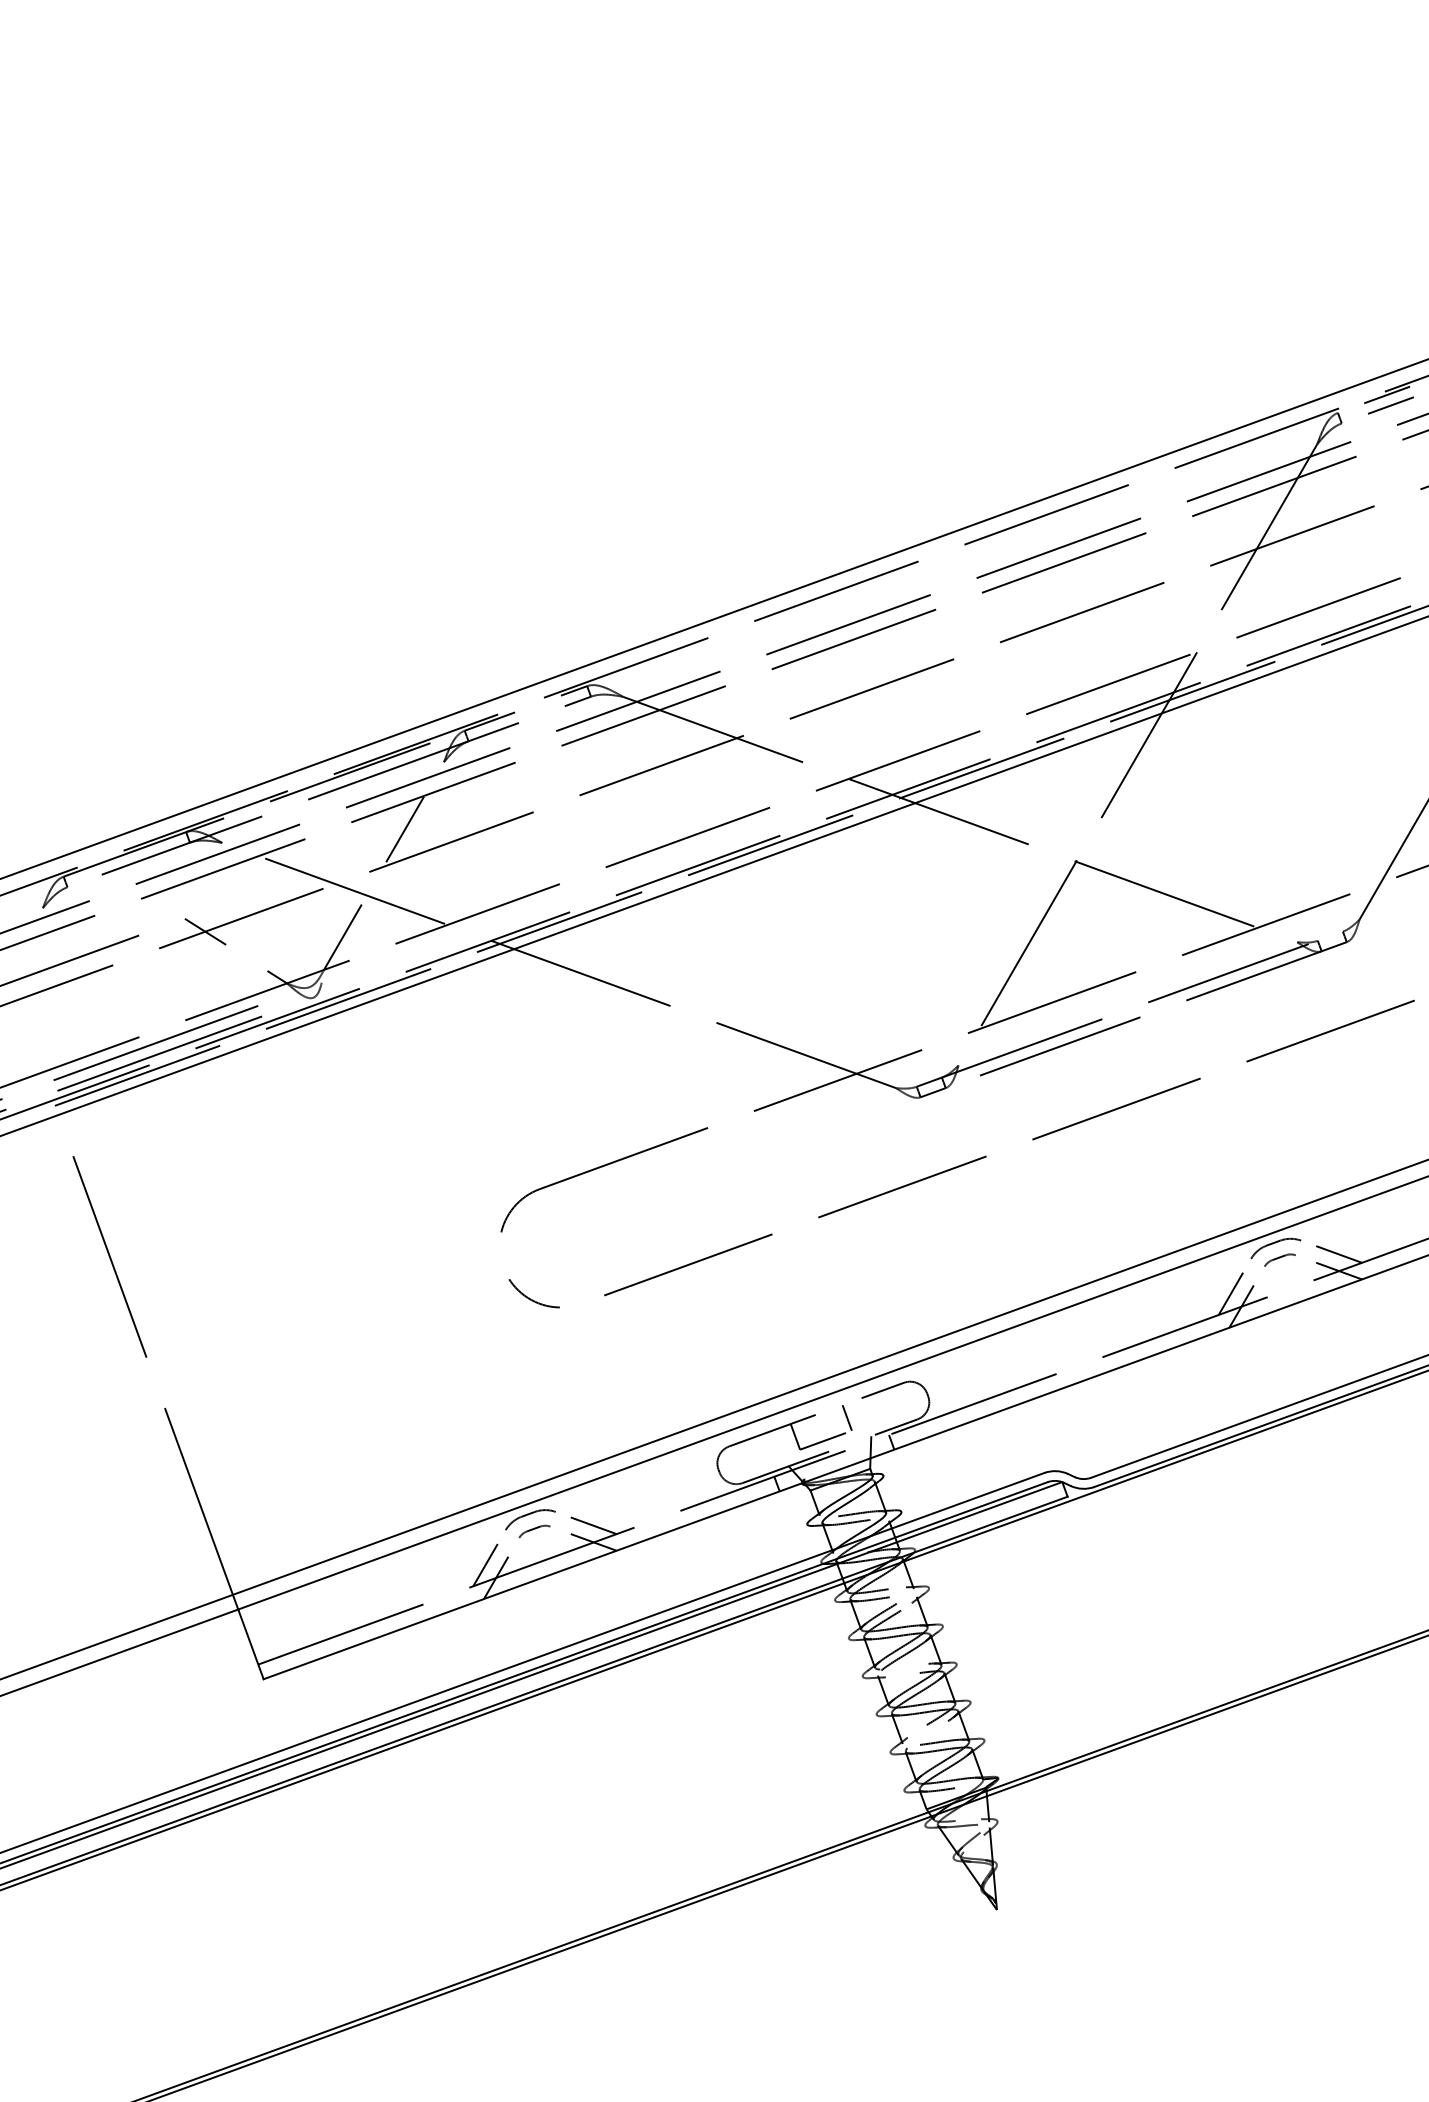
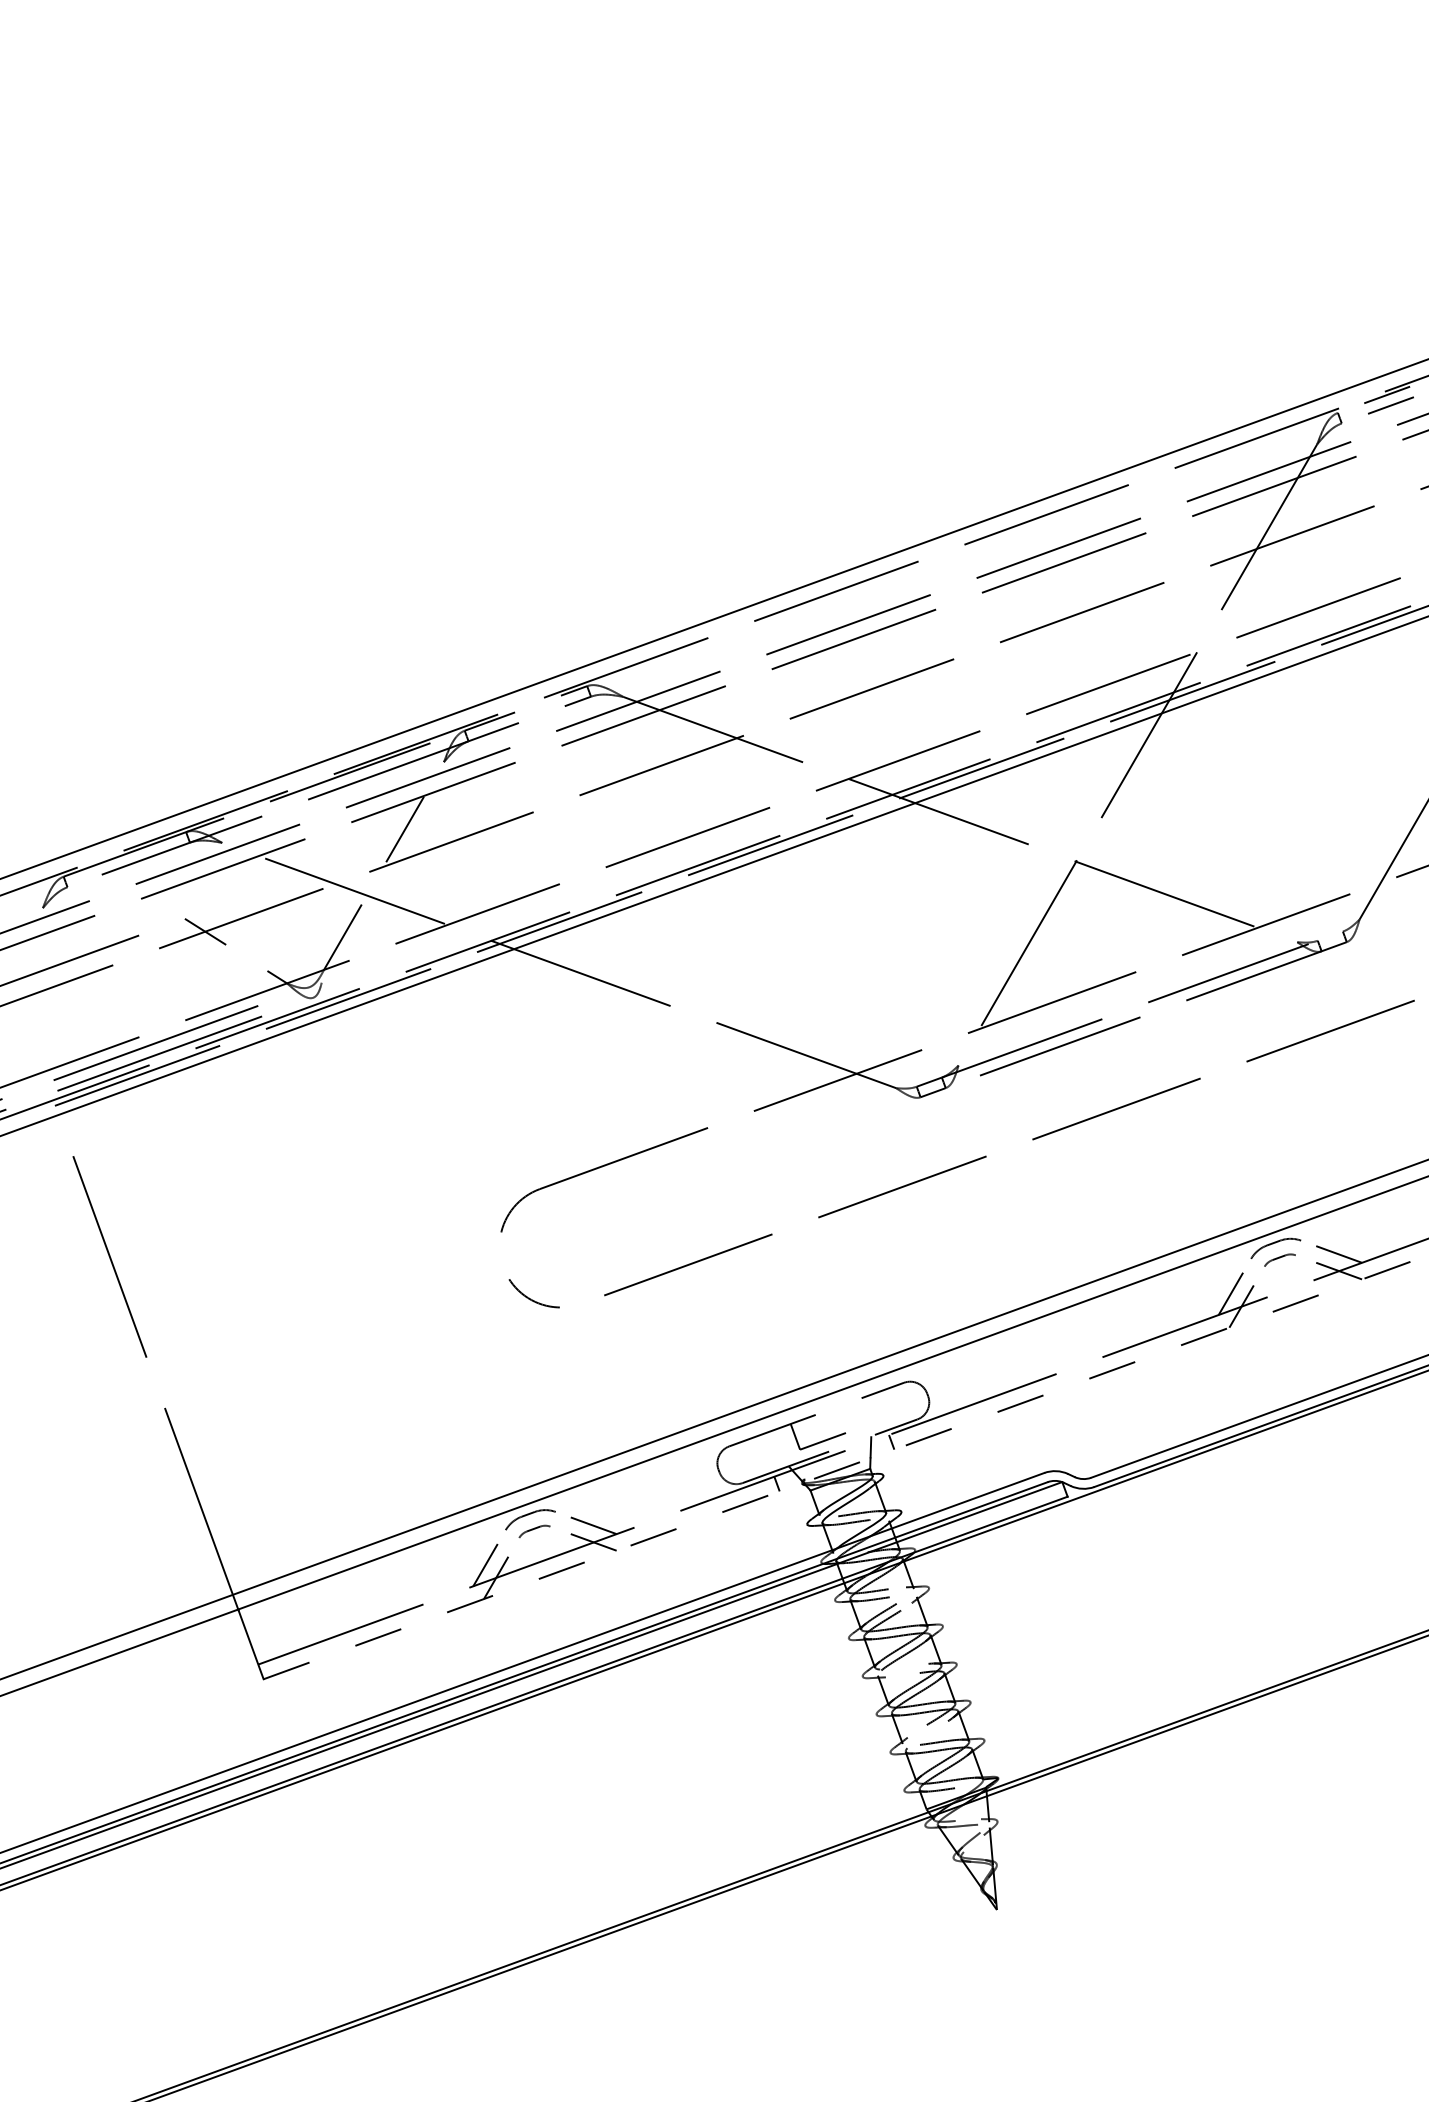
line at (846, 1417): present -> none
line at (846, 1467): solid -> dashed
